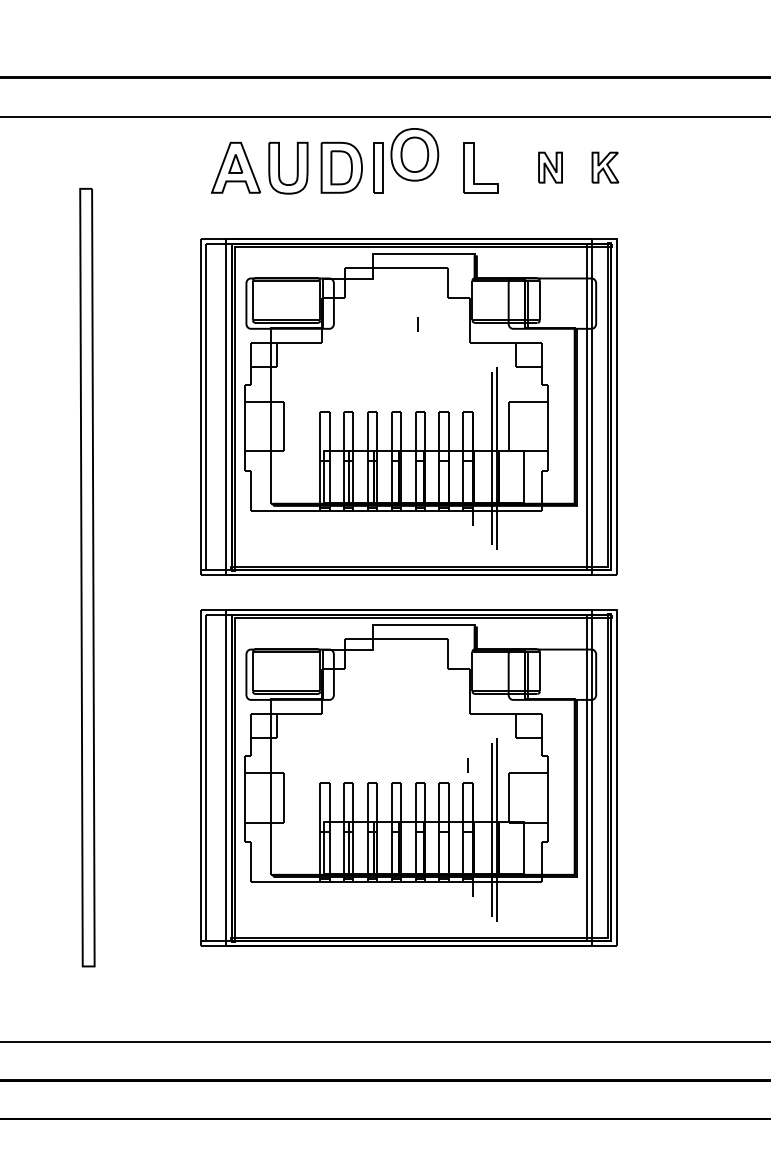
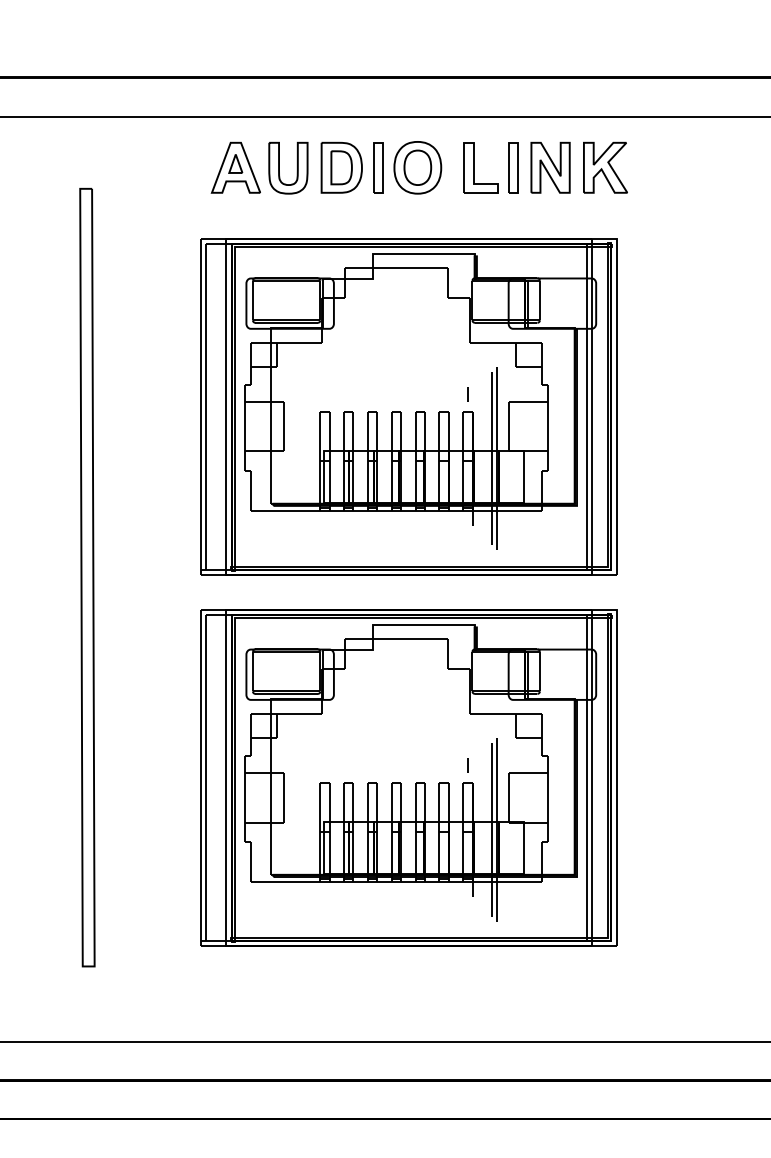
part at (414, 154) position: (414, 154) -> (417, 167)
part at (513, 167): none -> present
part at (550, 167) size: 25x33 px -> 41x53 px
part at (605, 167) size: 29x33 px -> 45x53 px
line at (417, 324) position: (417, 324) -> (467, 394)
